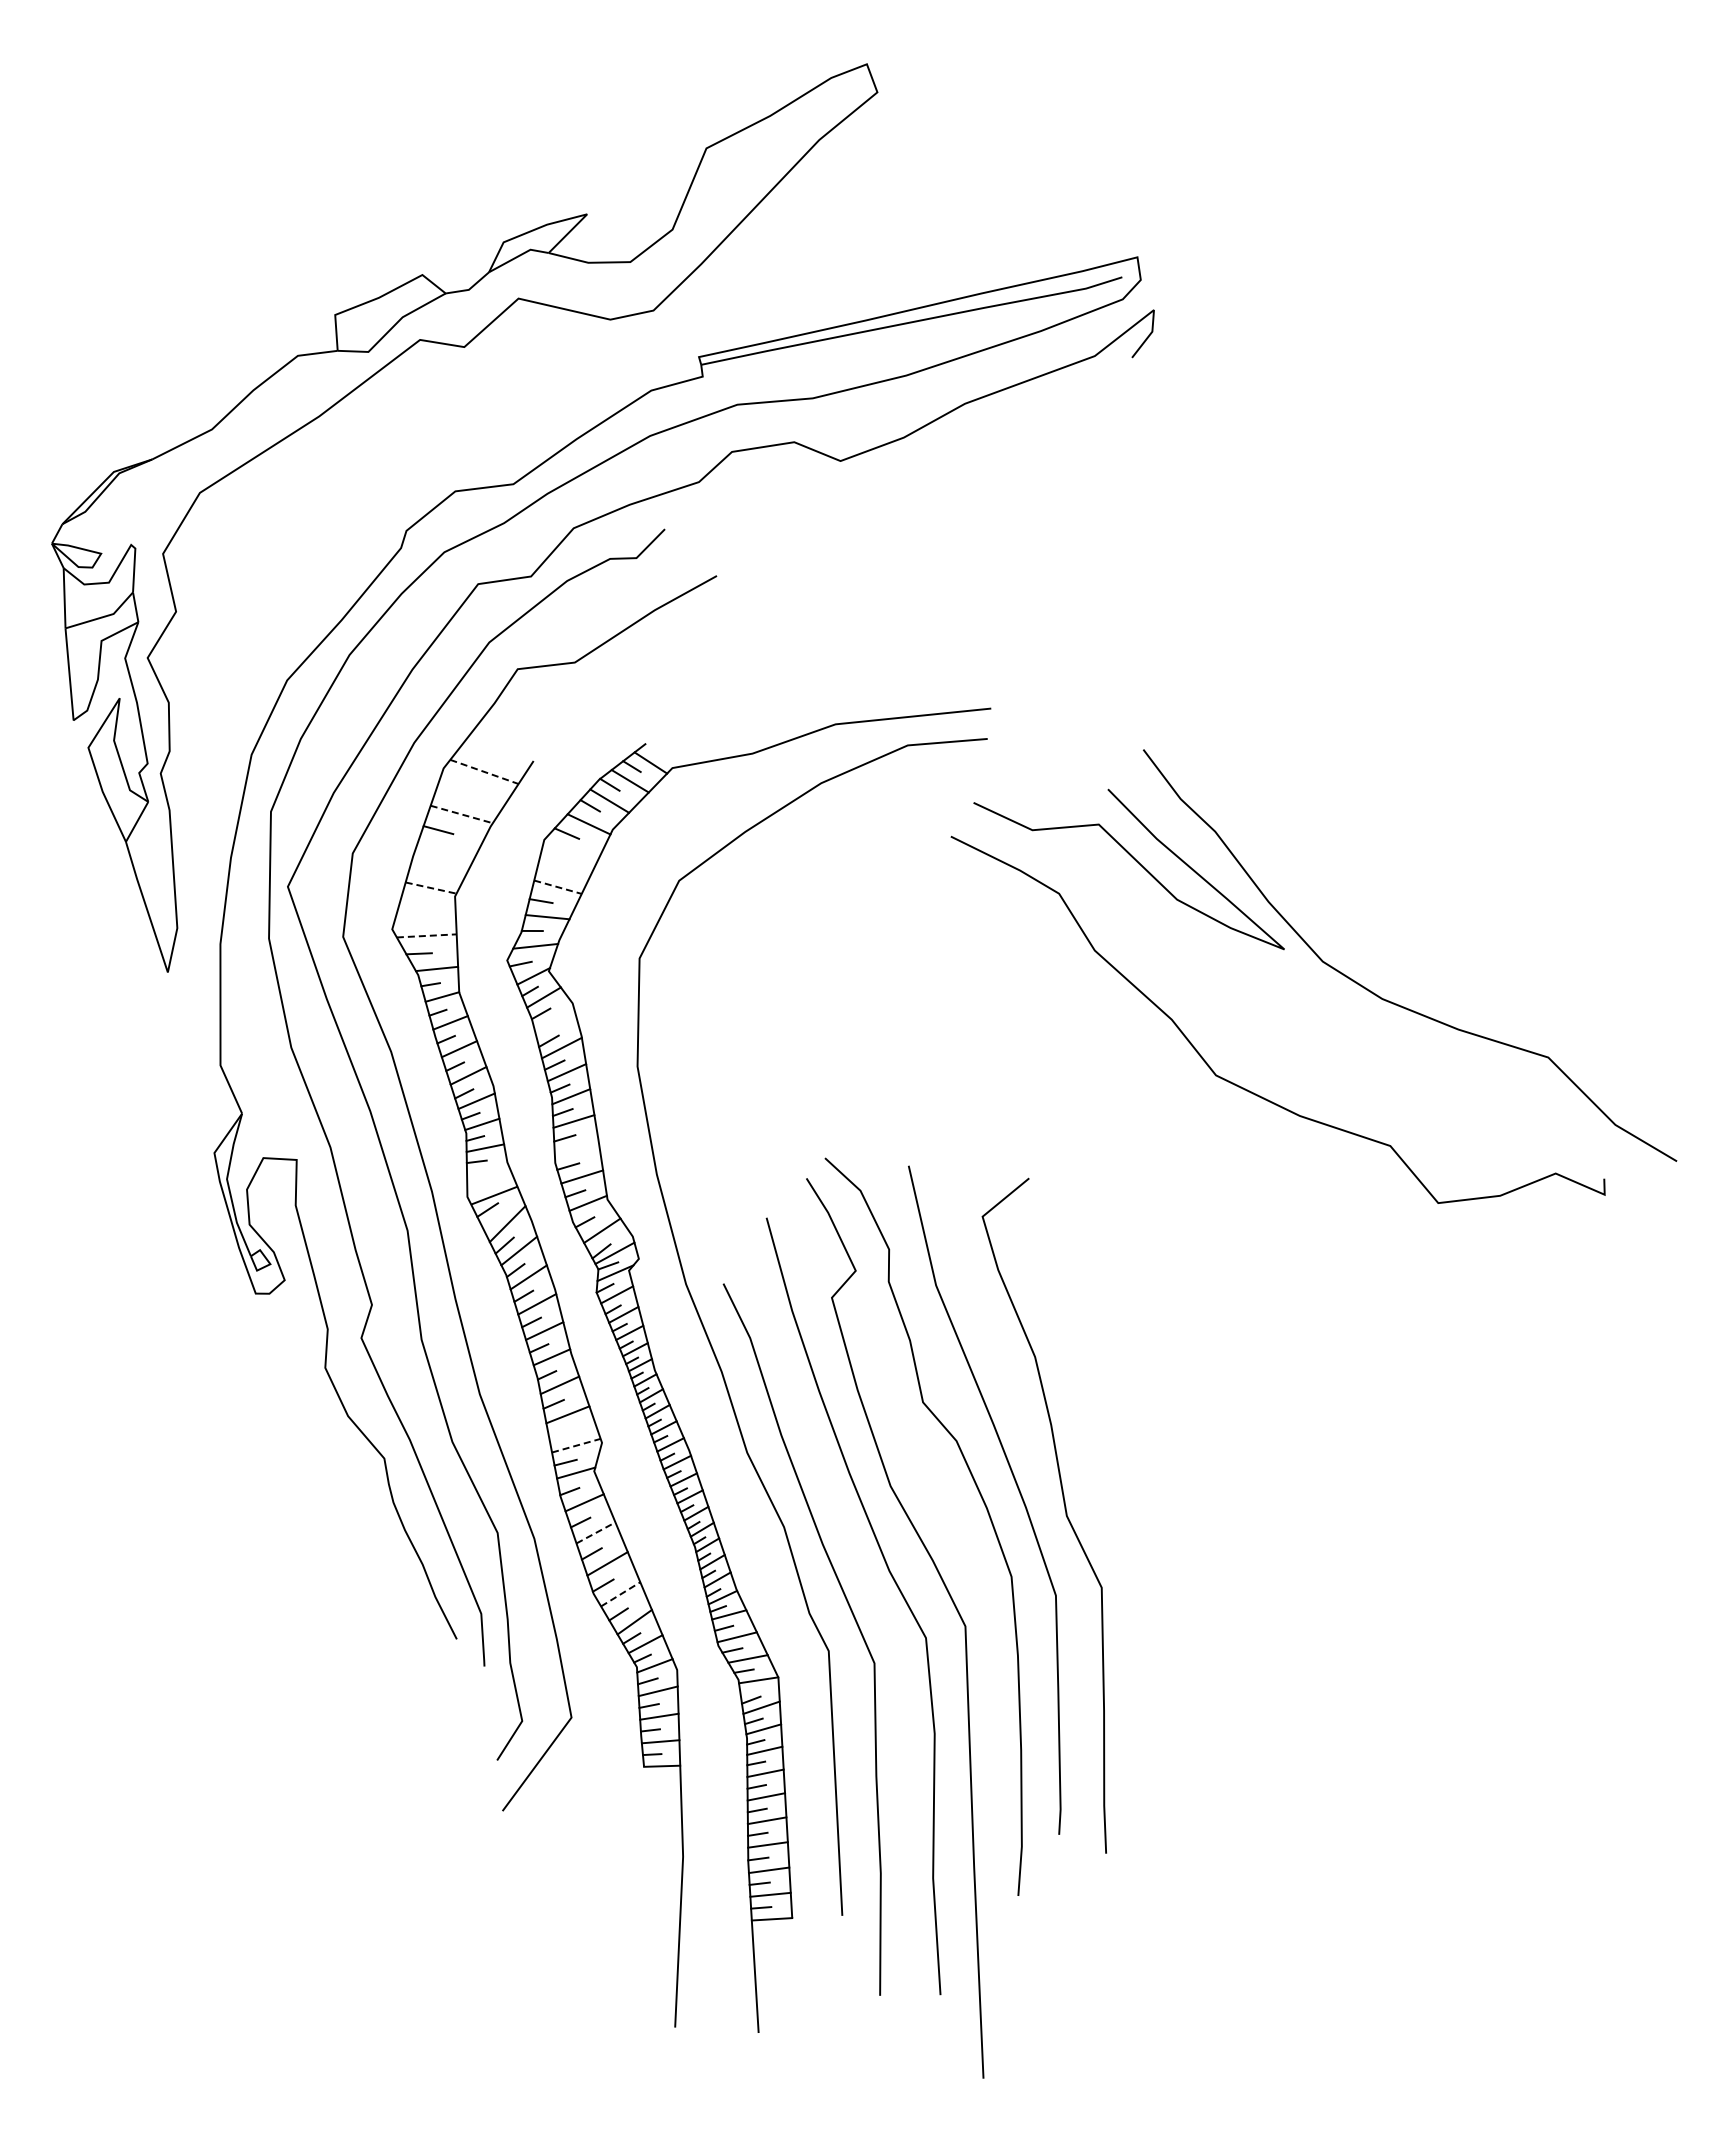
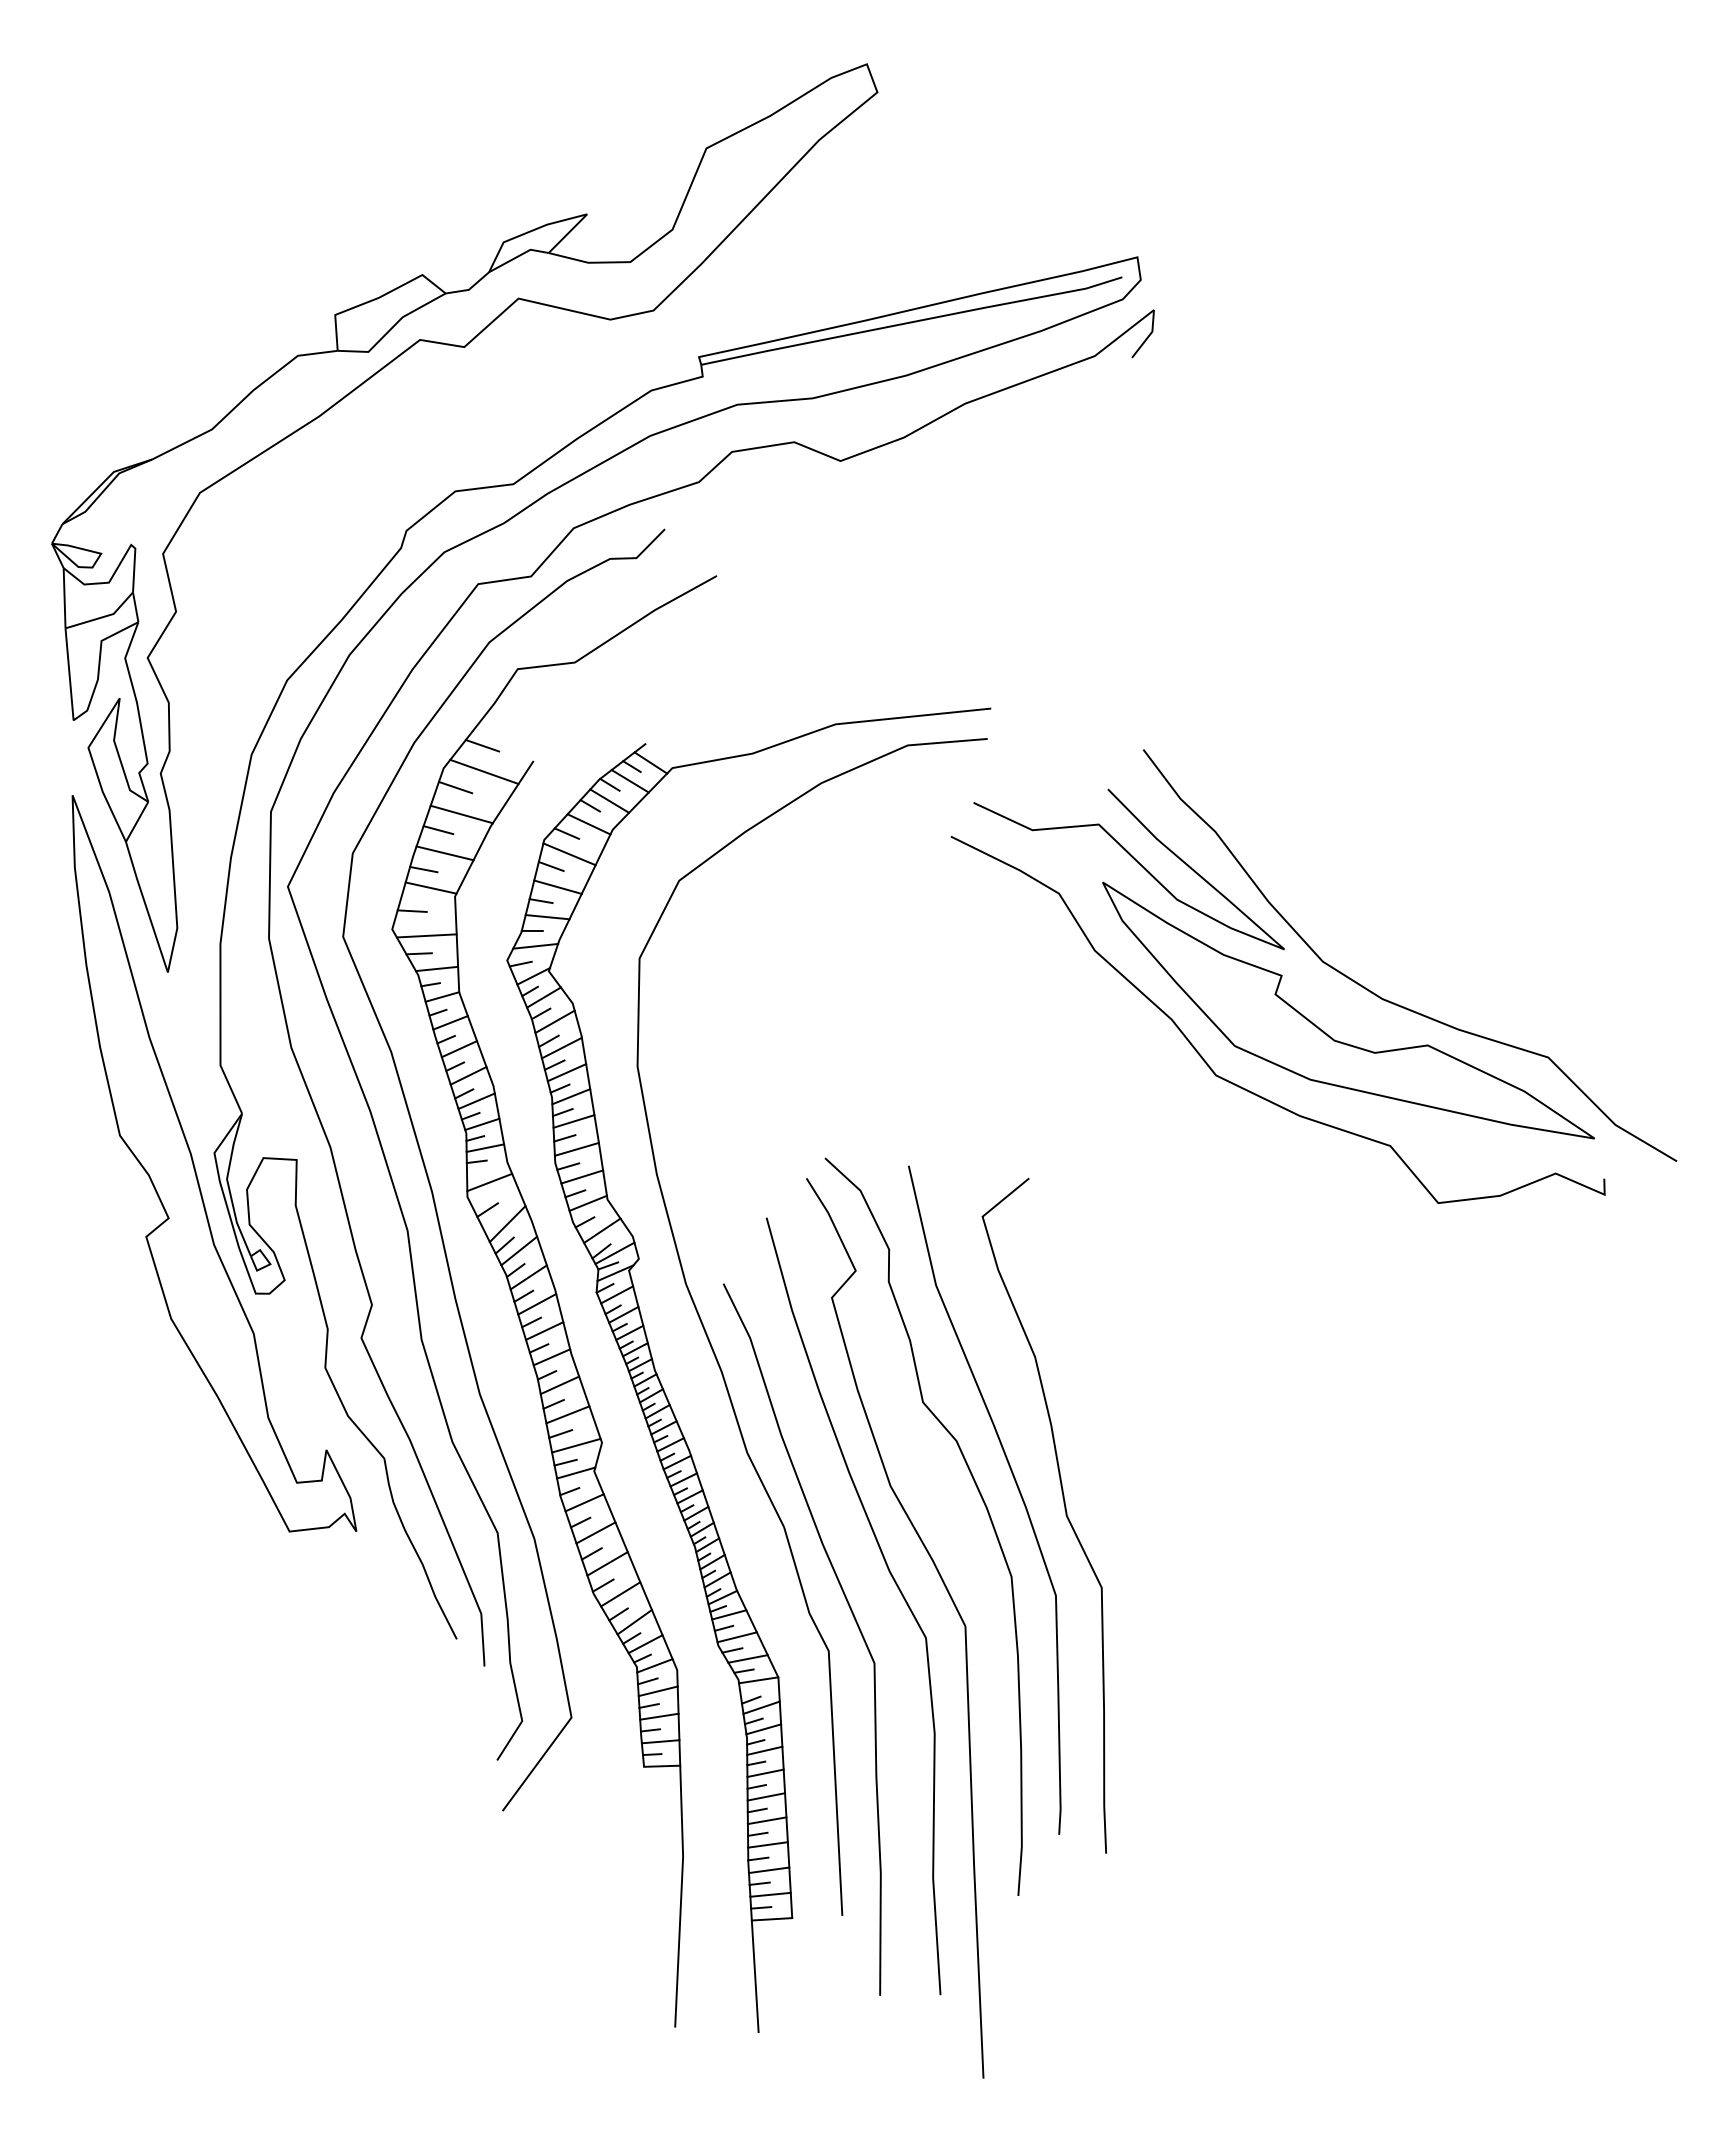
line at (482, 745): none -> present
line at (484, 772): dashed -> solid
line at (455, 787): none -> present
line at (462, 814): dashed -> solid
line at (444, 853): none -> present
line at (569, 854): none -> present
line at (550, 866): none -> present
line at (423, 869): none -> present
line at (558, 887): dashed -> solid
line at (431, 888): dashed -> solid
line at (411, 910): none -> present
line at (426, 935): dashed -> solid
line at (554, 1021): none -> present
part at (1327, 1033): none -> present
line at (576, 1148): none -> present
part at (195, 1167): none -> present
line at (494, 1195) position: (494, 1195) -> (489, 1182)
line at (560, 1433): none -> present
line at (576, 1445): dashed -> solid
line at (596, 1532): dashed -> solid
line at (621, 1594): dashed -> solid
